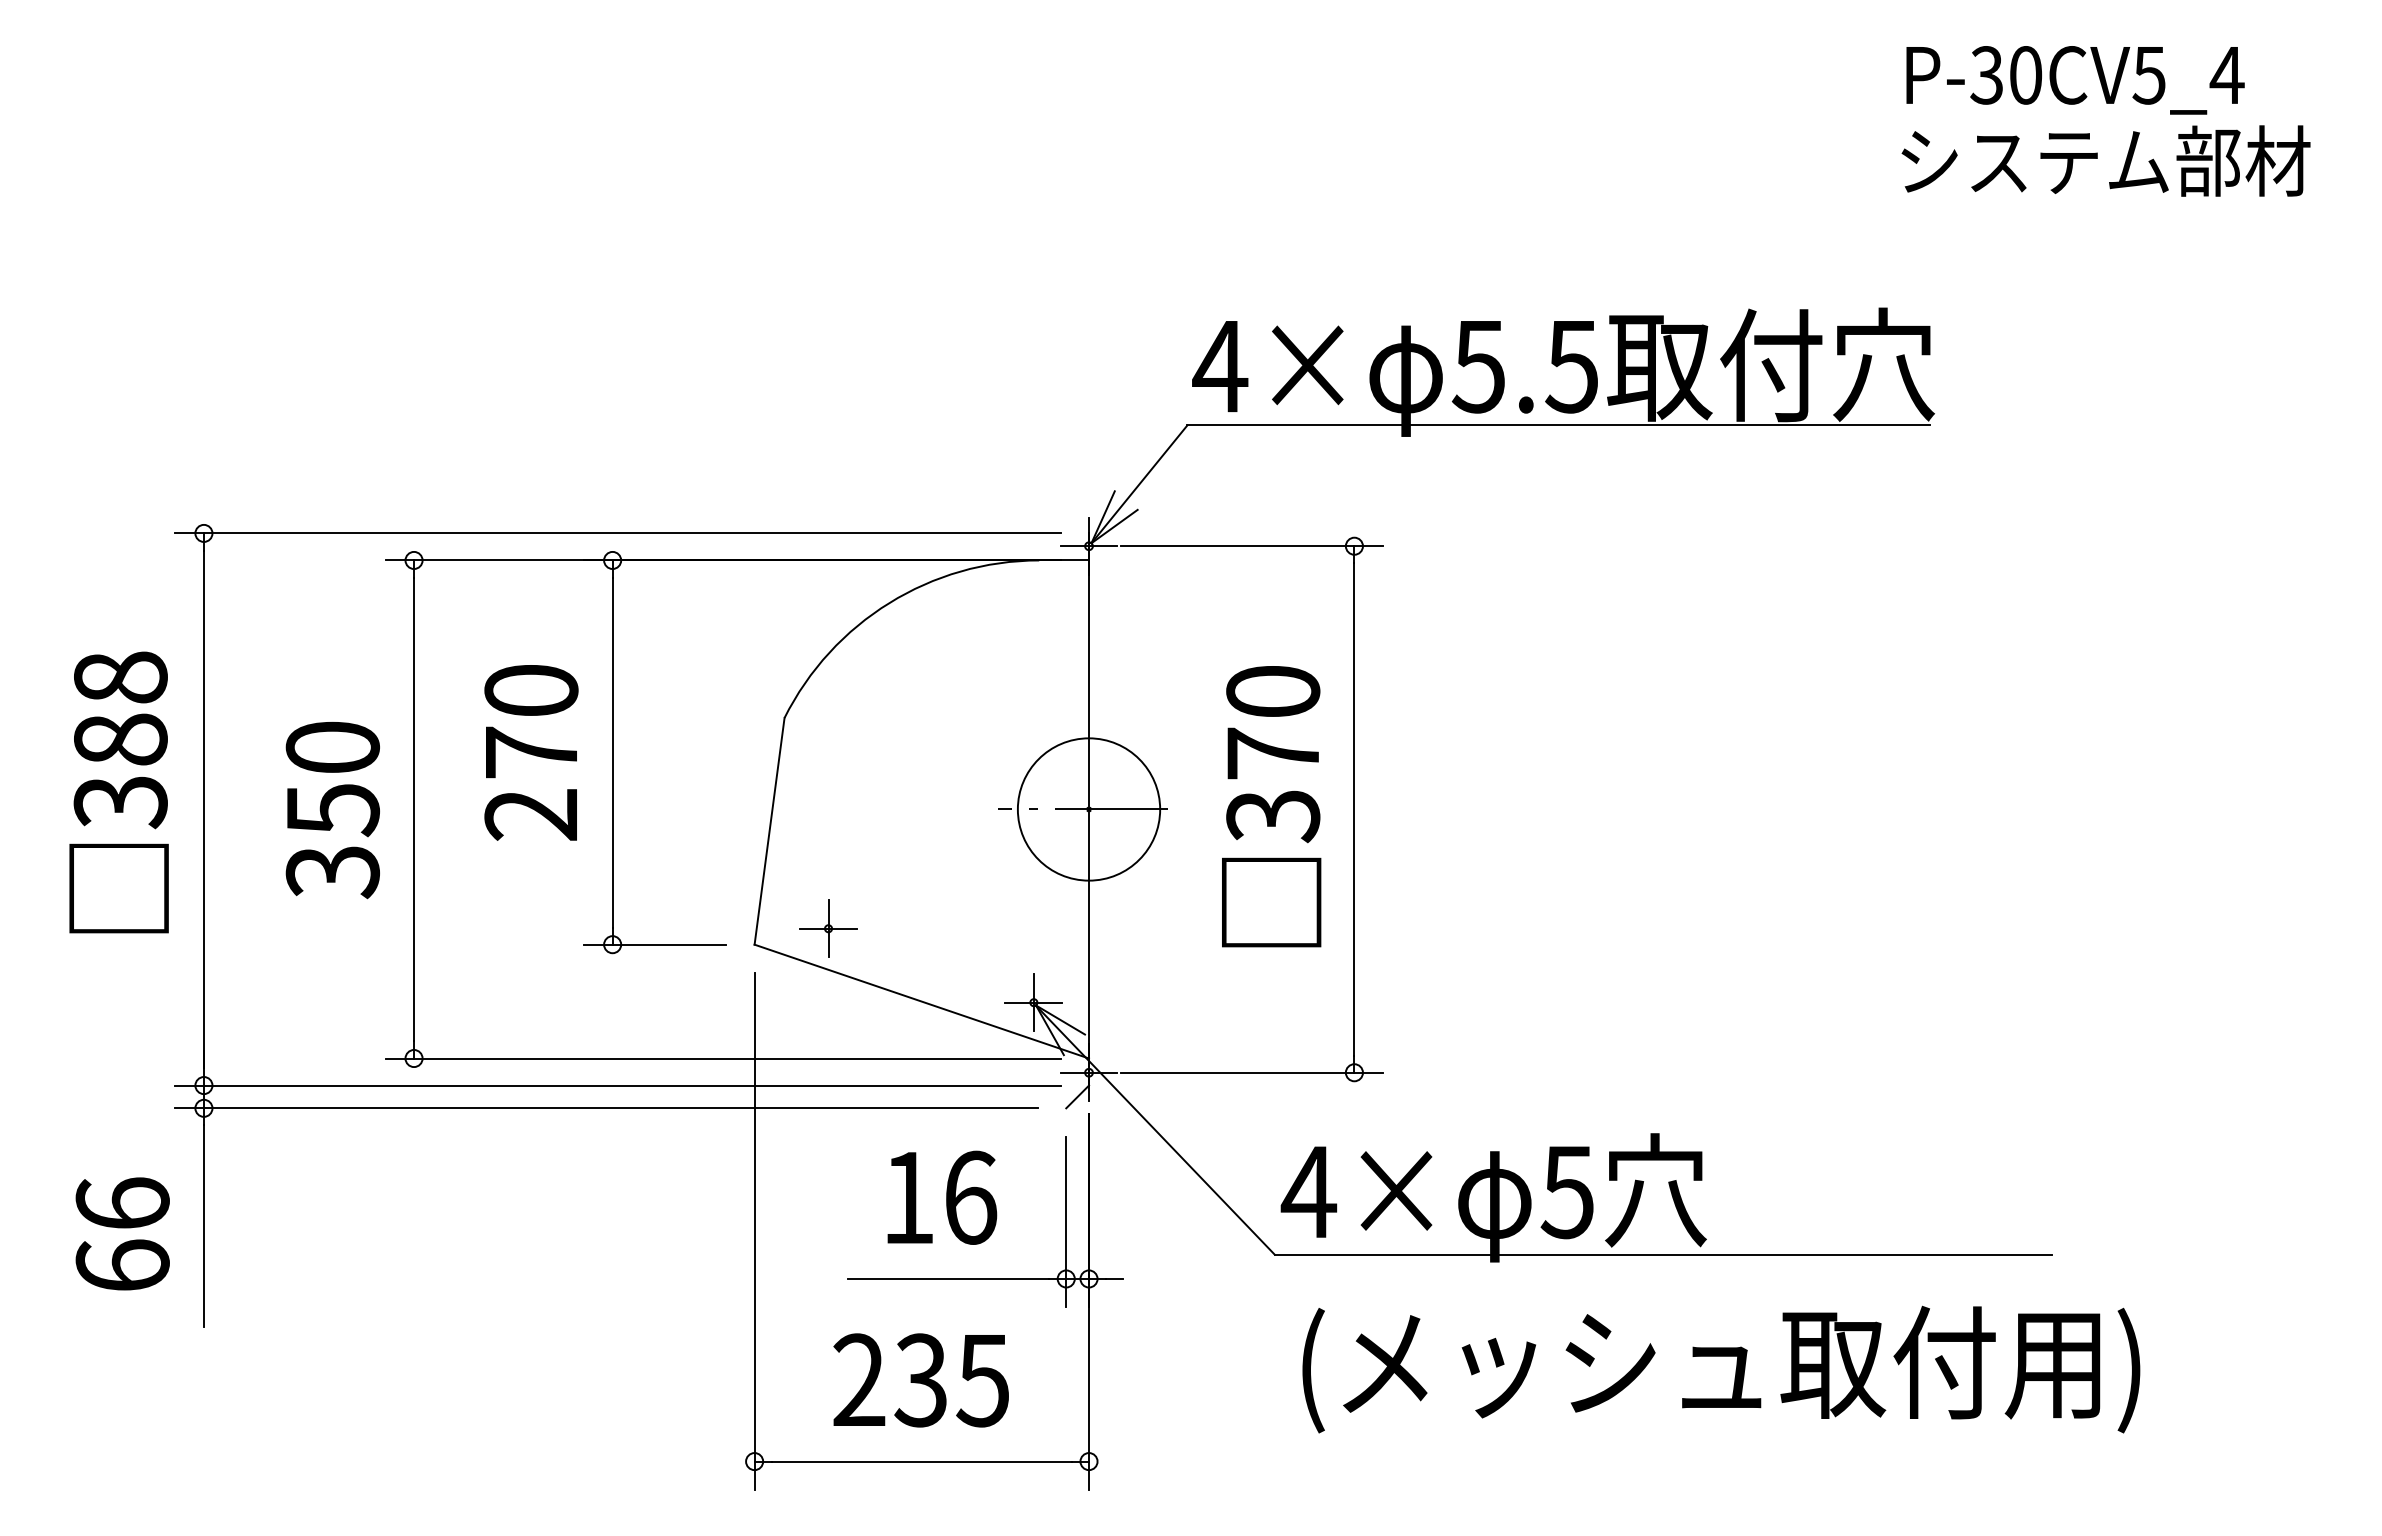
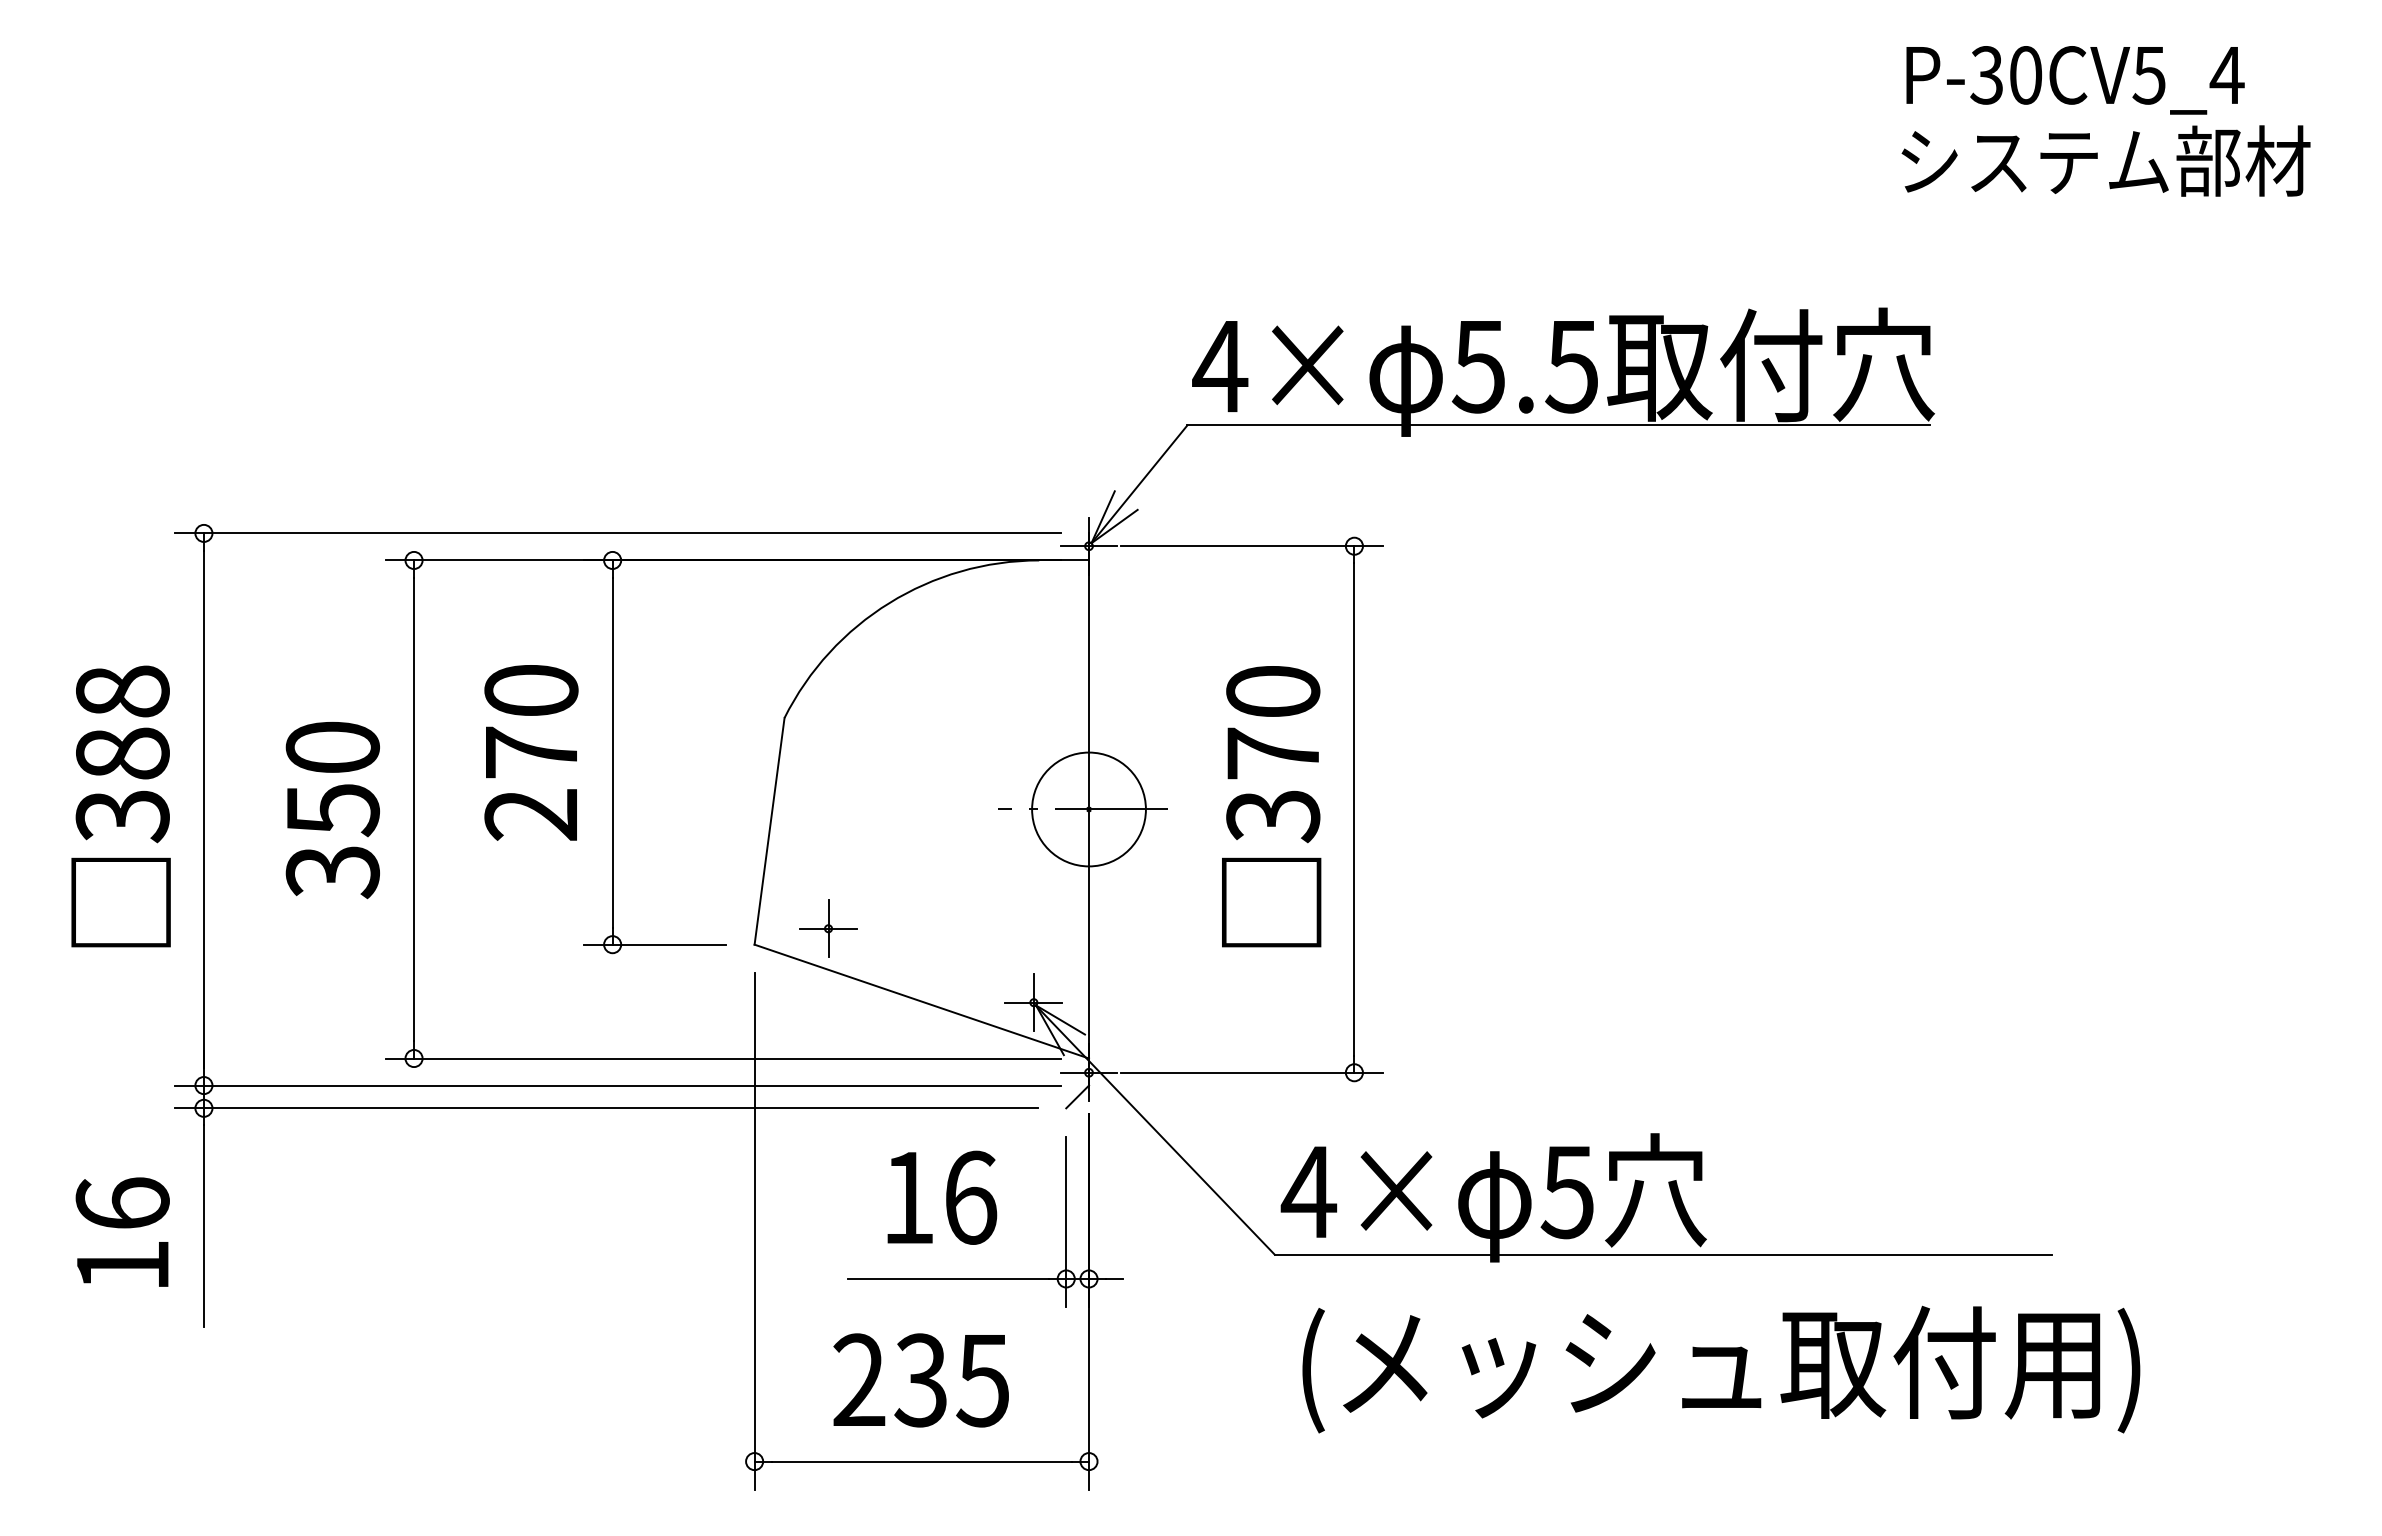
text at (118, 792) position: (118, 792) -> (120, 806)
circle at (1088, 809) diameter: 142 px -> 114 px
text at (122, 1264): 66 -> 16
